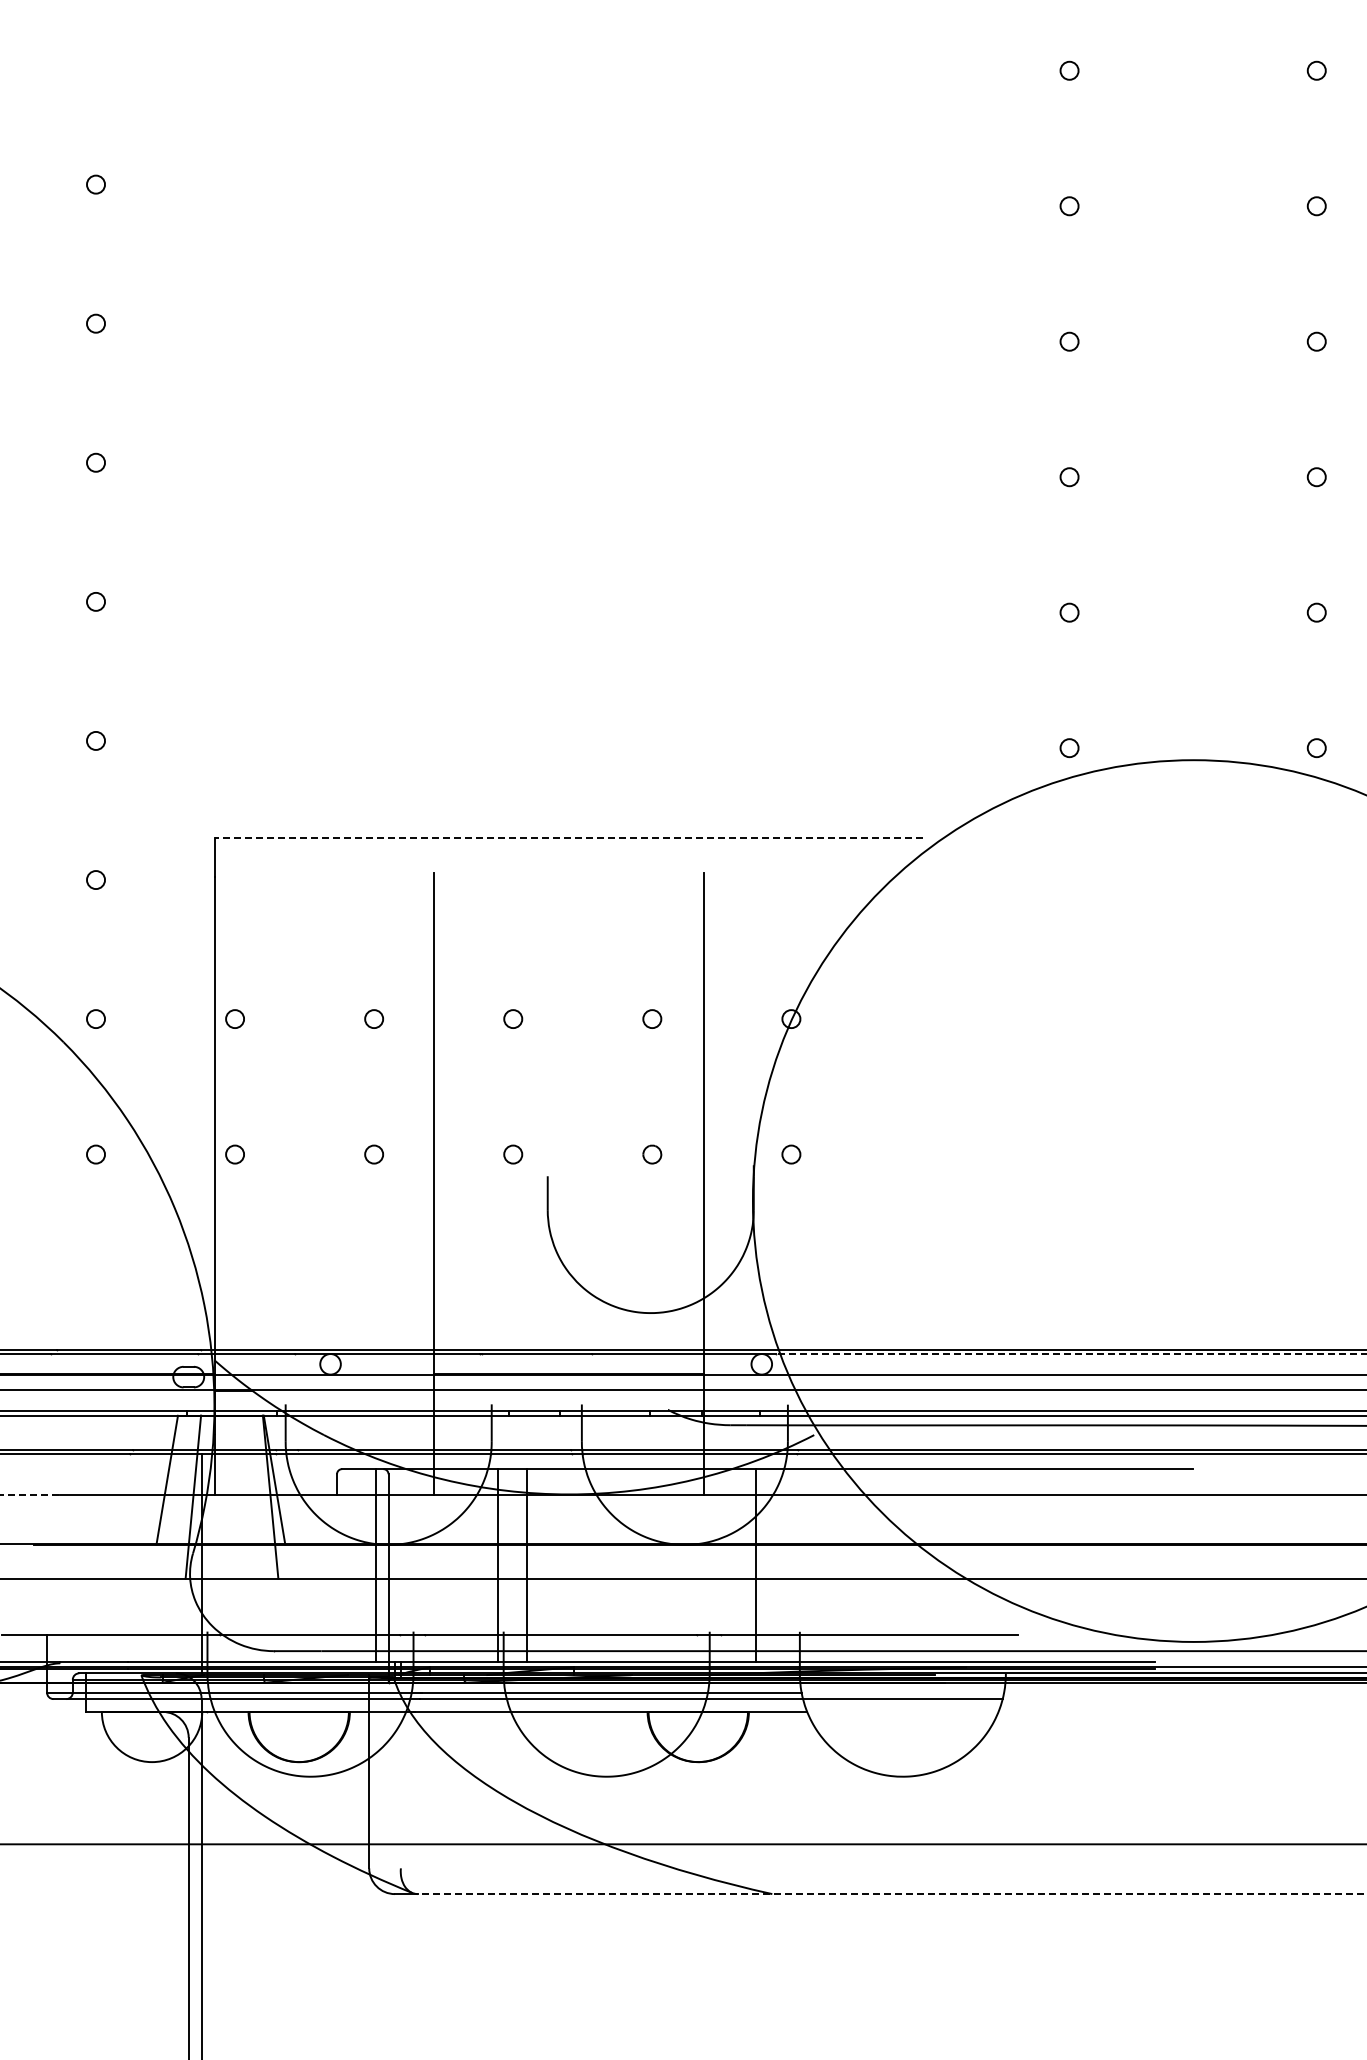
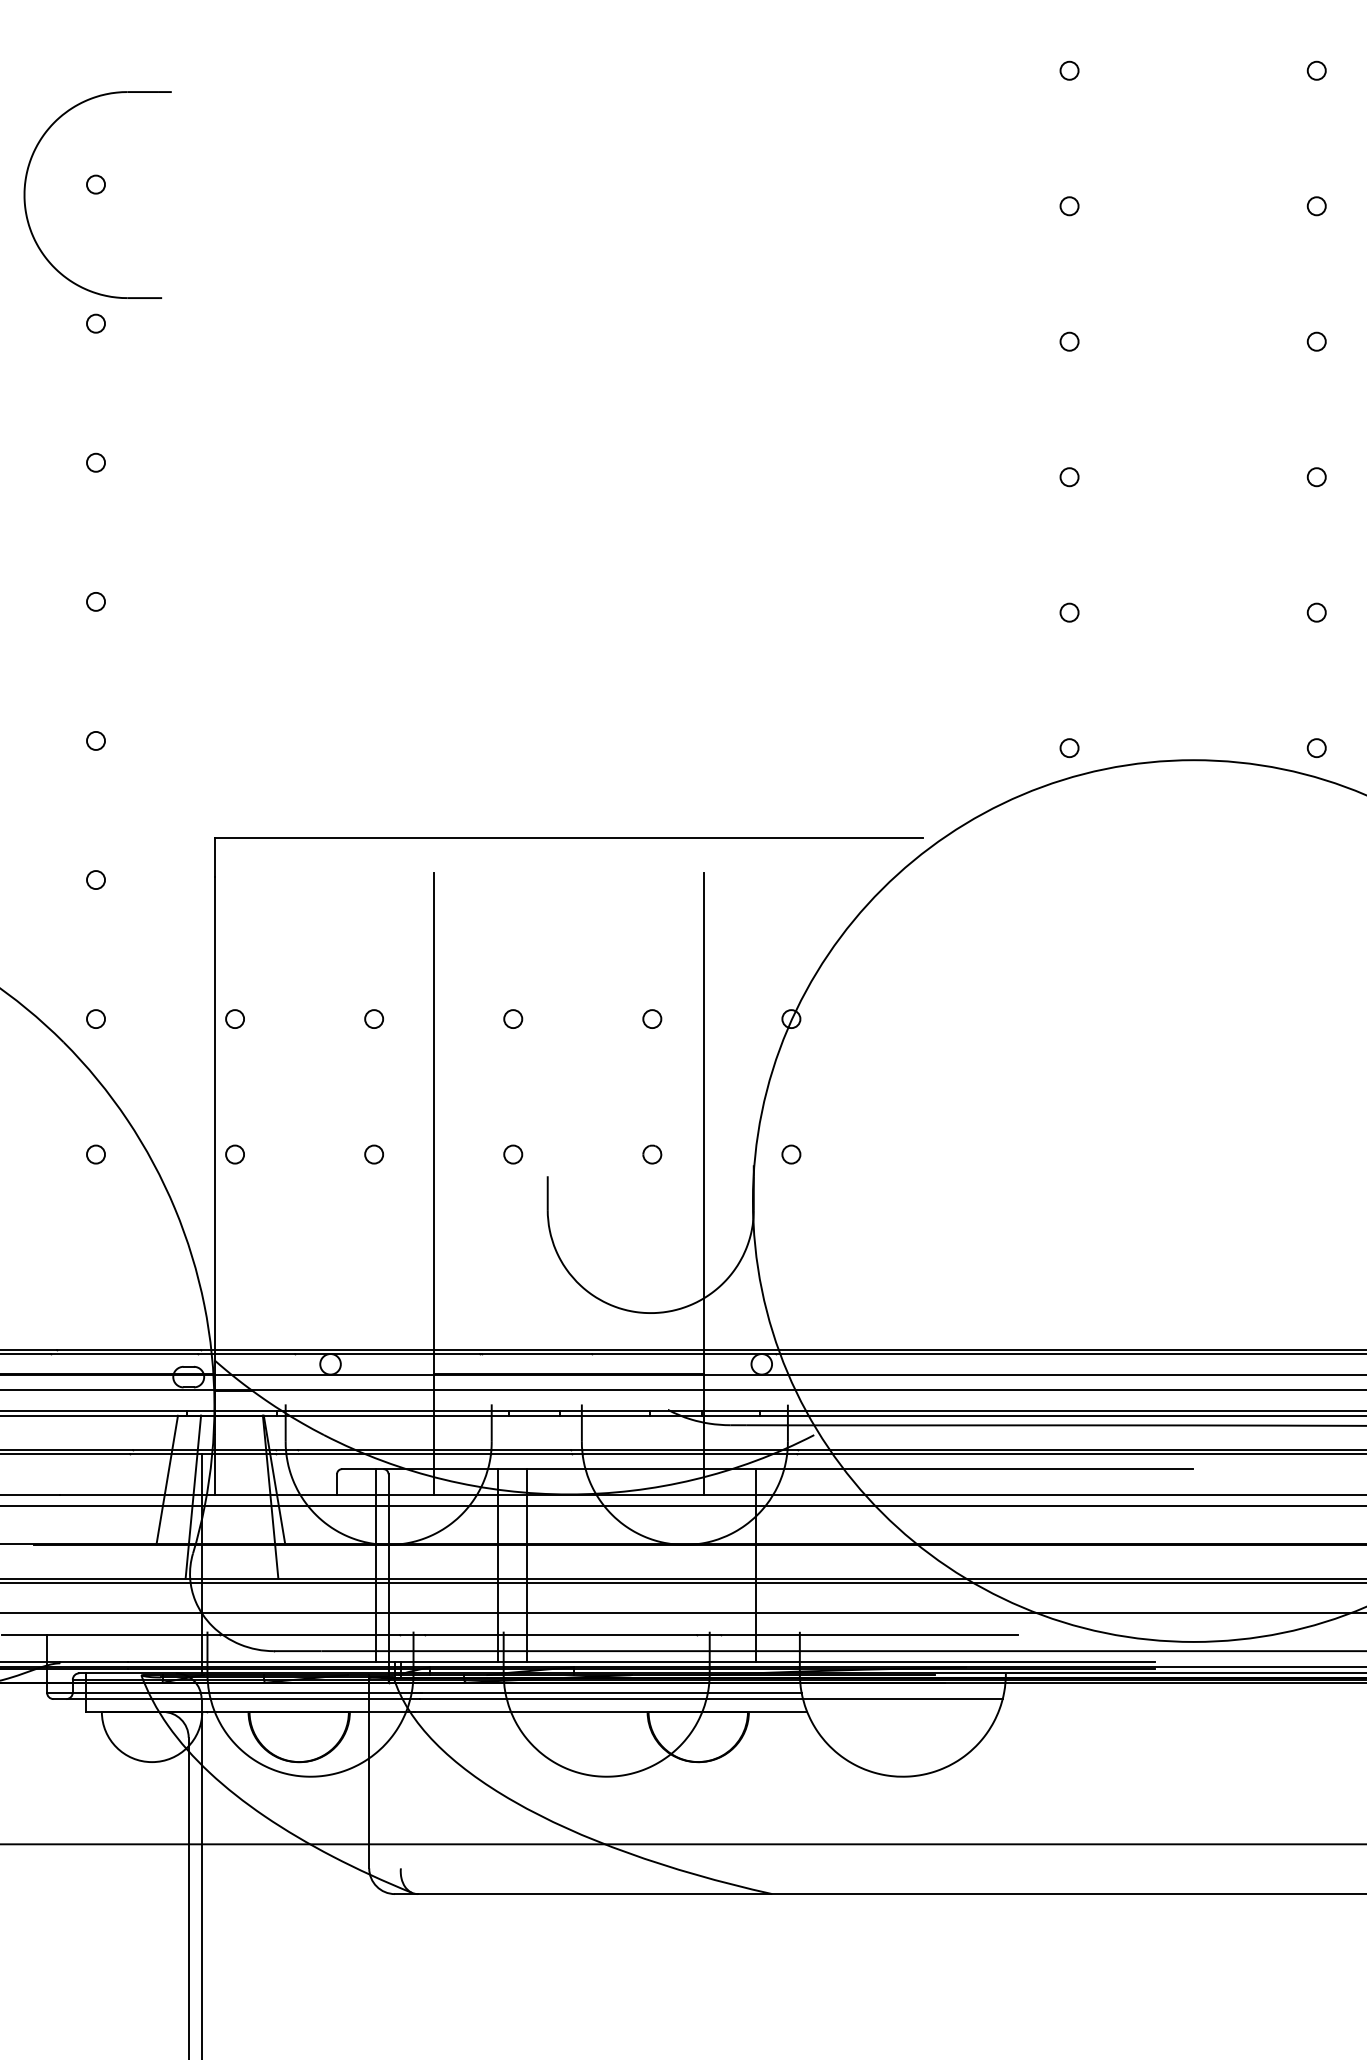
part at (26, 183): none -> present
line at (568, 838): dashed -> solid
line at (1071, 1354): dashed -> solid
line at (30, 1494): dashed -> solid
line at (682, 1505): none -> present
line at (682, 1583): none -> present
line at (682, 1613): none -> present
line at (891, 1894): dashed -> solid
